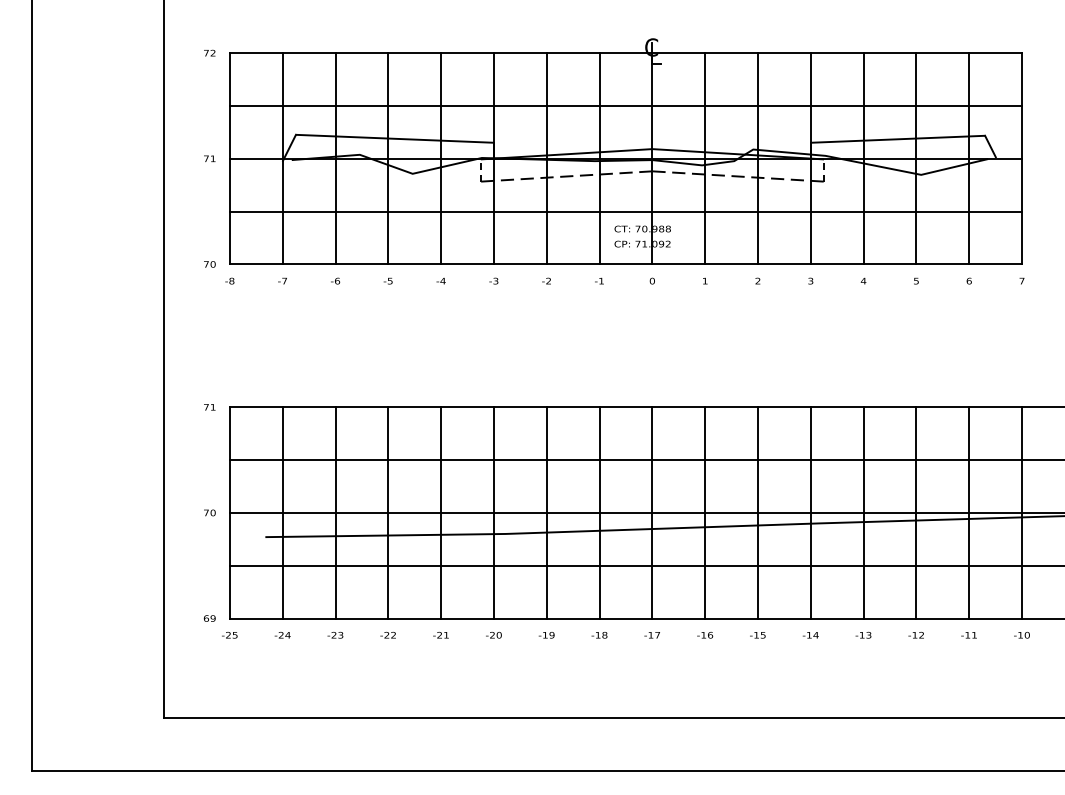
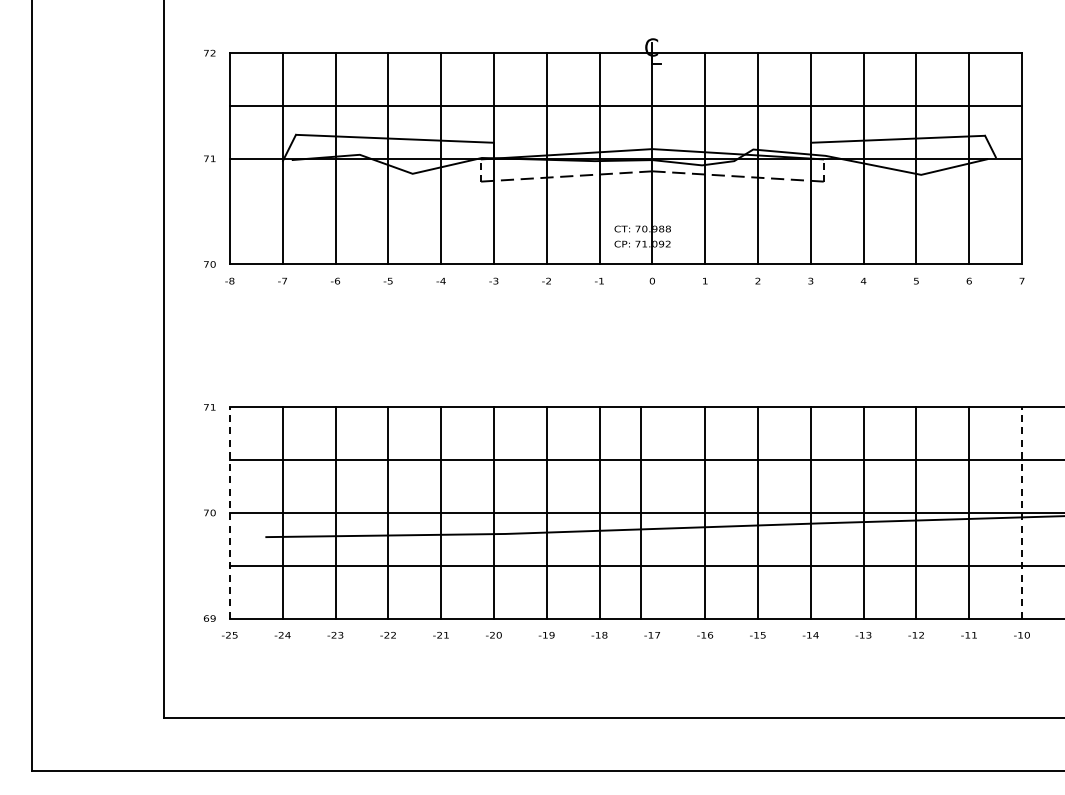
line at (625, 211): present -> none
line at (229, 512): solid -> dashed
line at (652, 512) position: (652, 512) -> (641, 512)
line at (1022, 512): solid -> dashed
